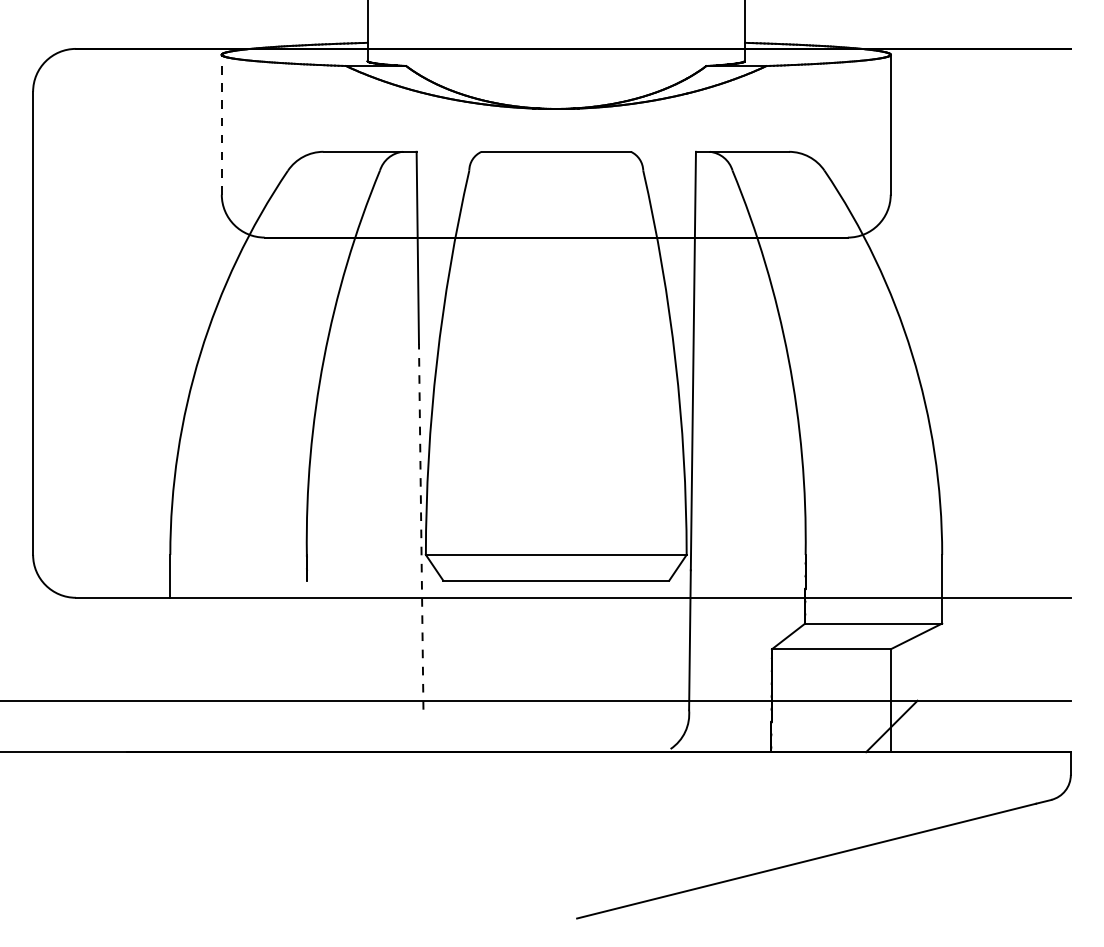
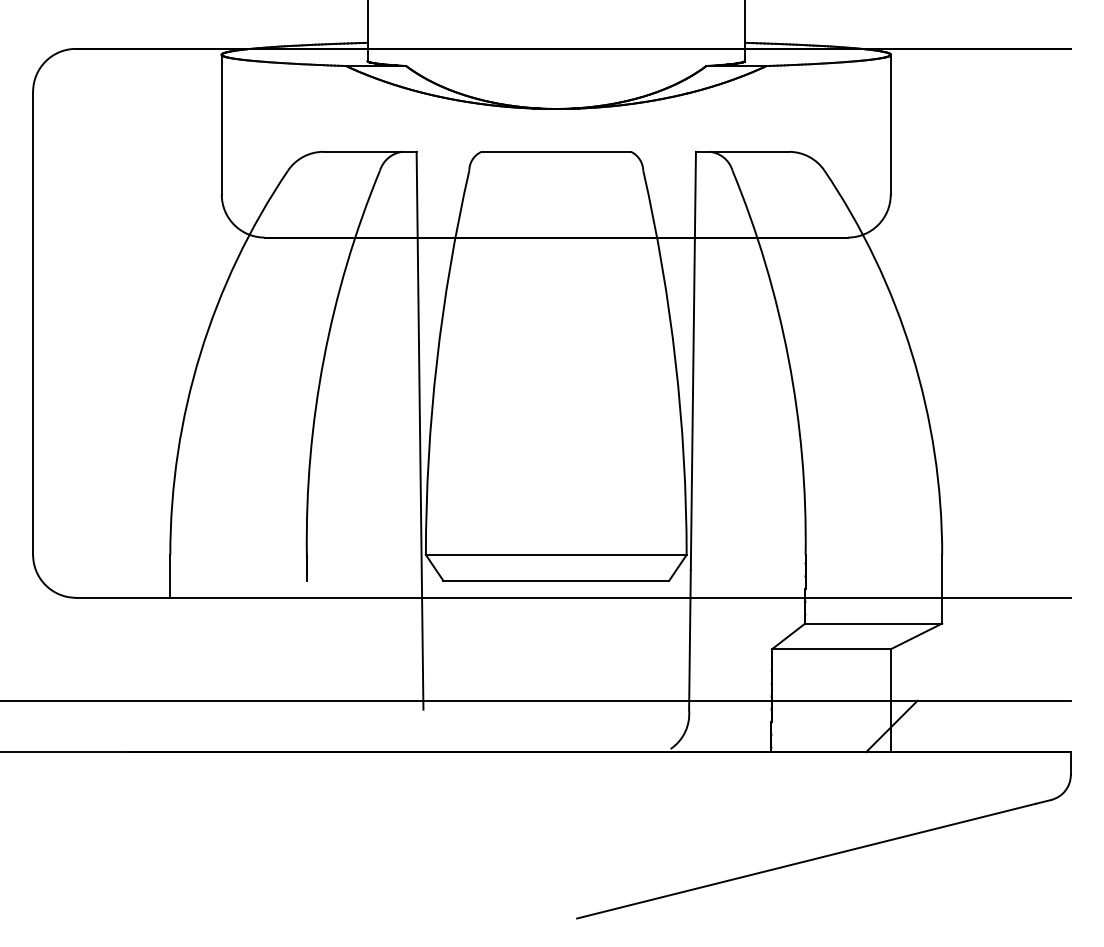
line at (221, 124): dashed -> solid
line at (421, 526): dashed -> solid
